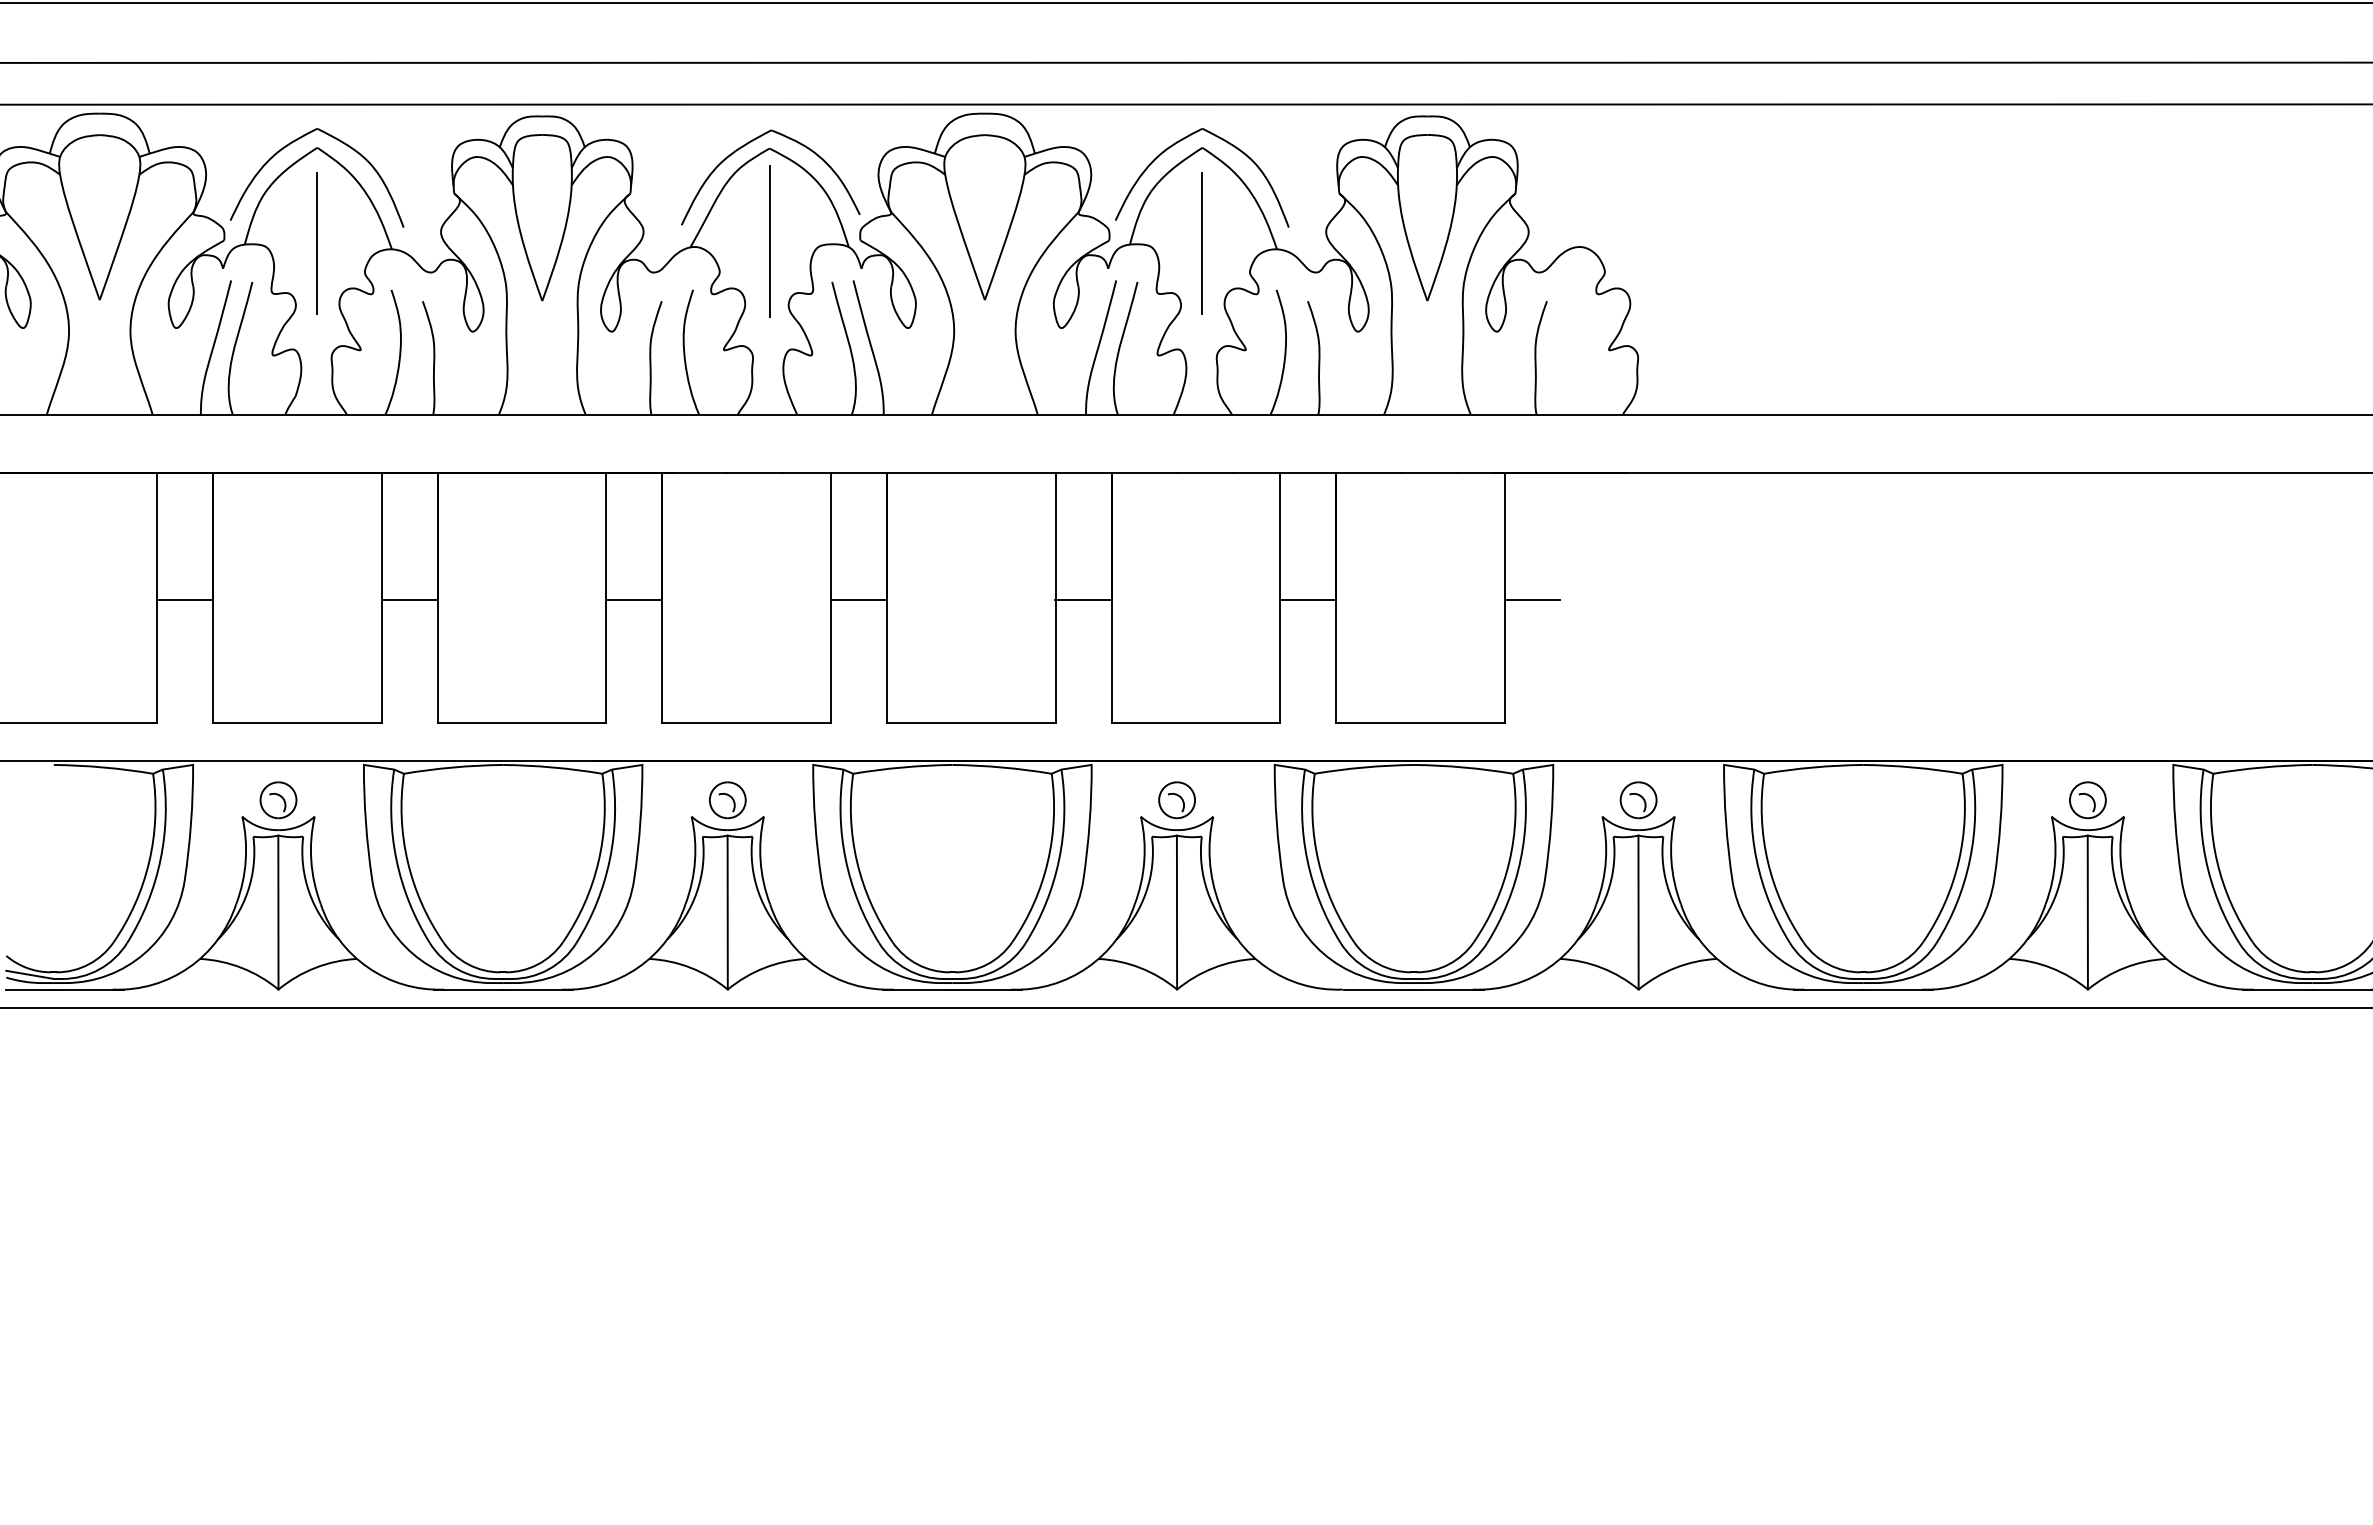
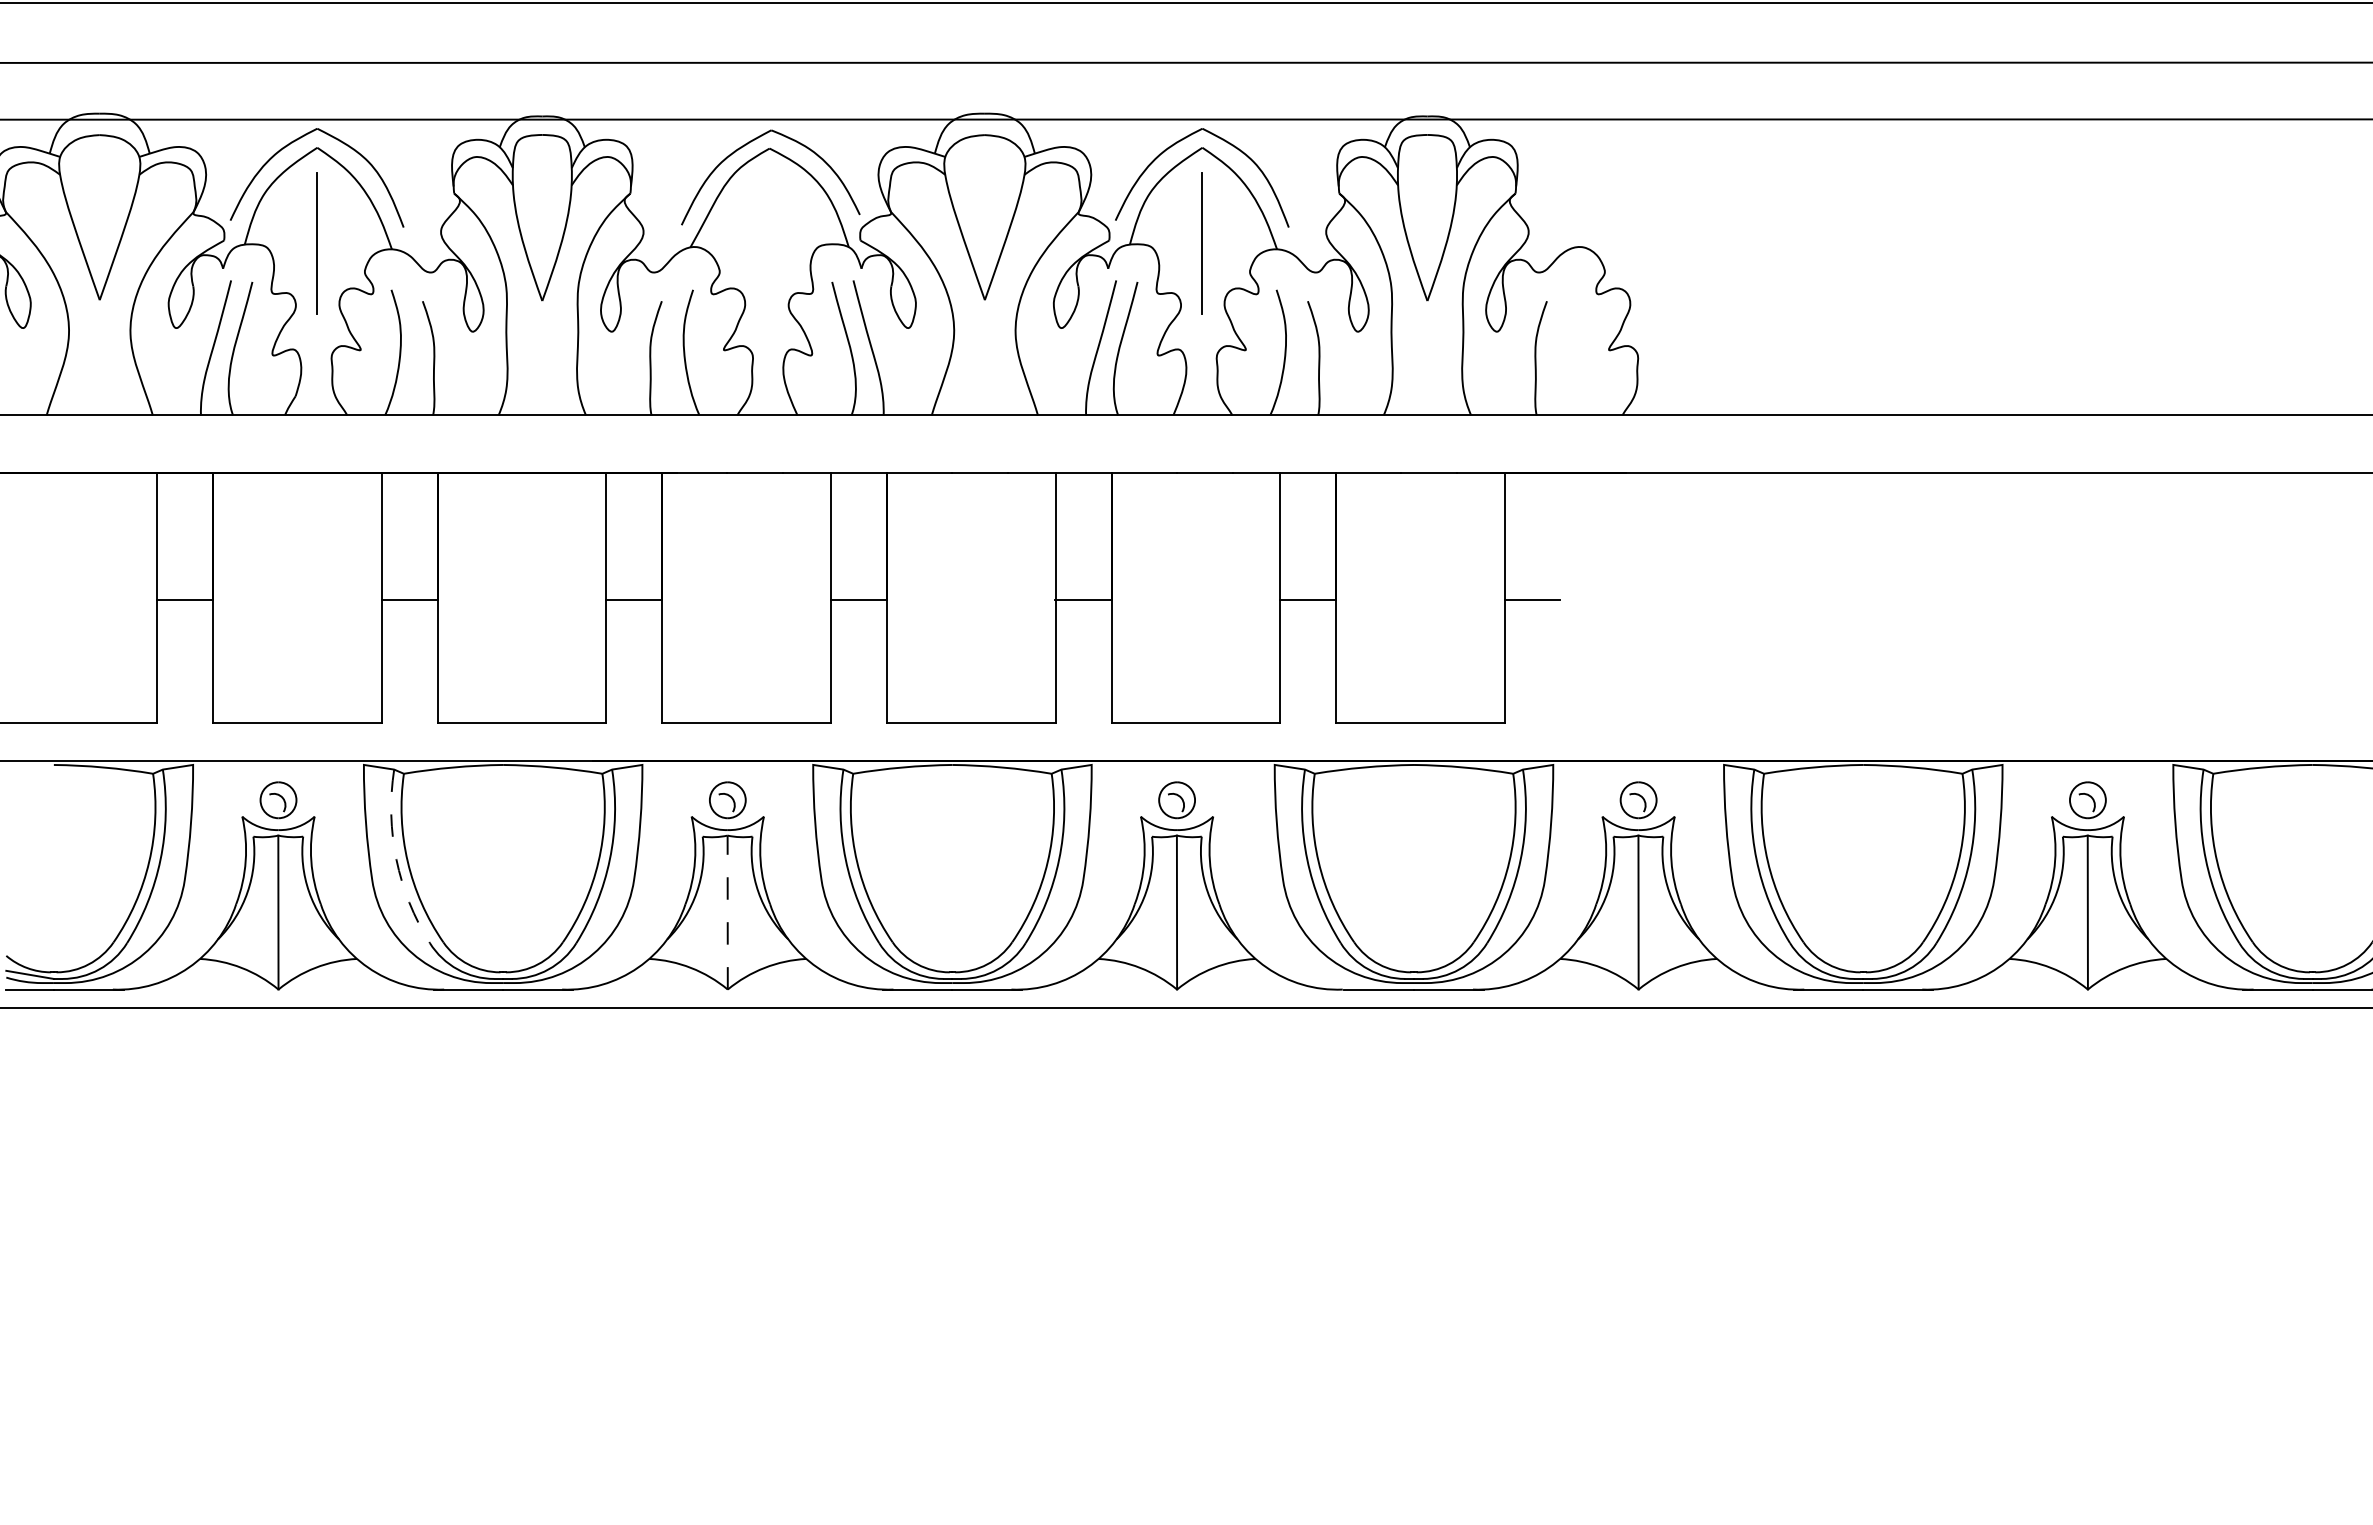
line at (1185, 104) position: (1185, 104) -> (1185, 119)
line at (769, 241): present -> none
arc at (396, 859): solid -> dashed
line at (727, 912): solid -> dashed
